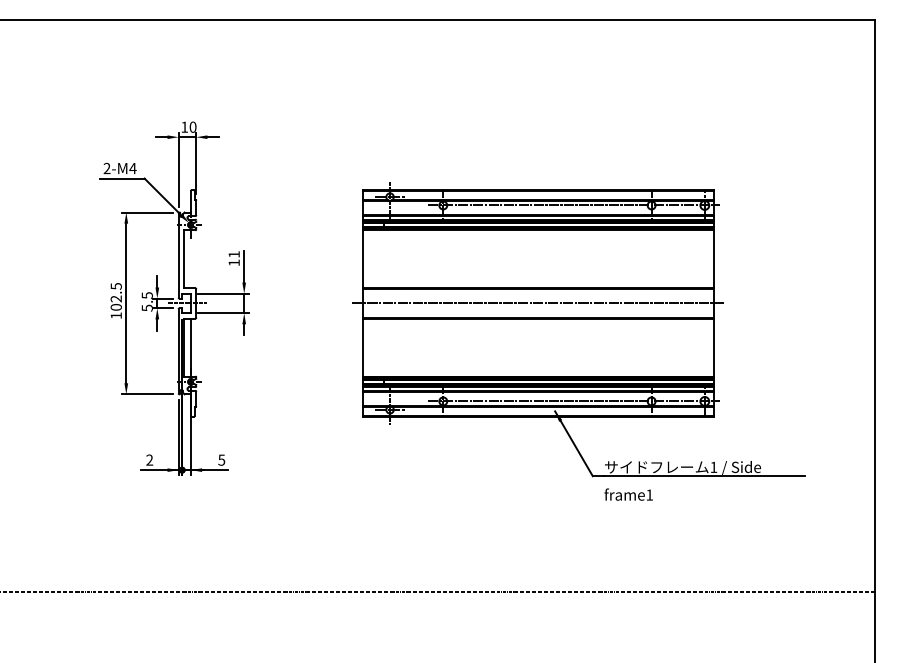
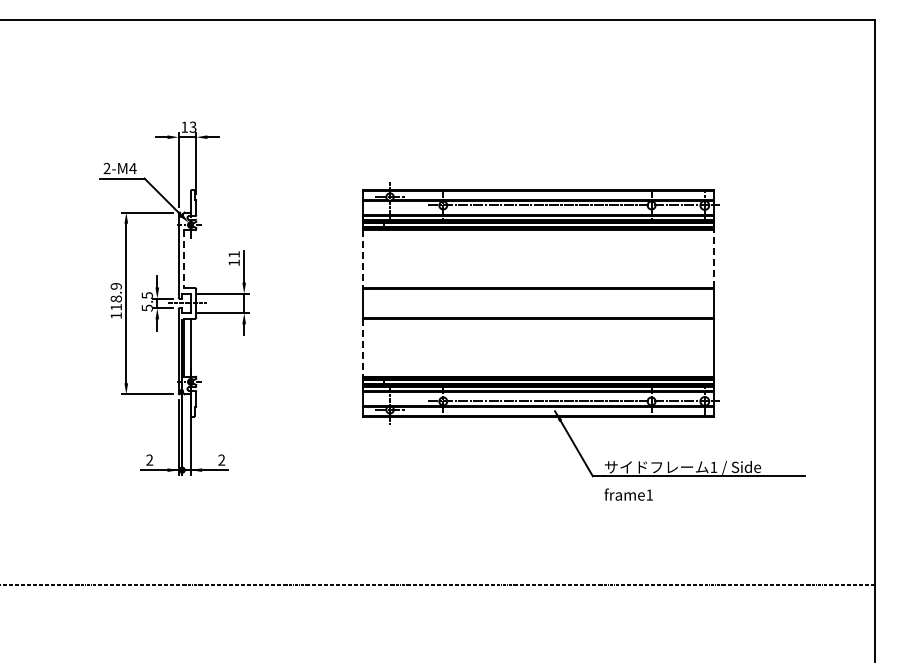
text at (192, 126): 10 -> 13
line at (713, 258): solid -> dashed
line at (183, 259): solid -> dashed
line at (363, 259): solid -> dashed
text at (115, 296): 102.5 -> 118.9
line at (538, 303): present -> none
line at (363, 348): solid -> dashed
text at (221, 459): 5 -> 2
line at (438, 591) position: (438, 591) -> (438, 584)
